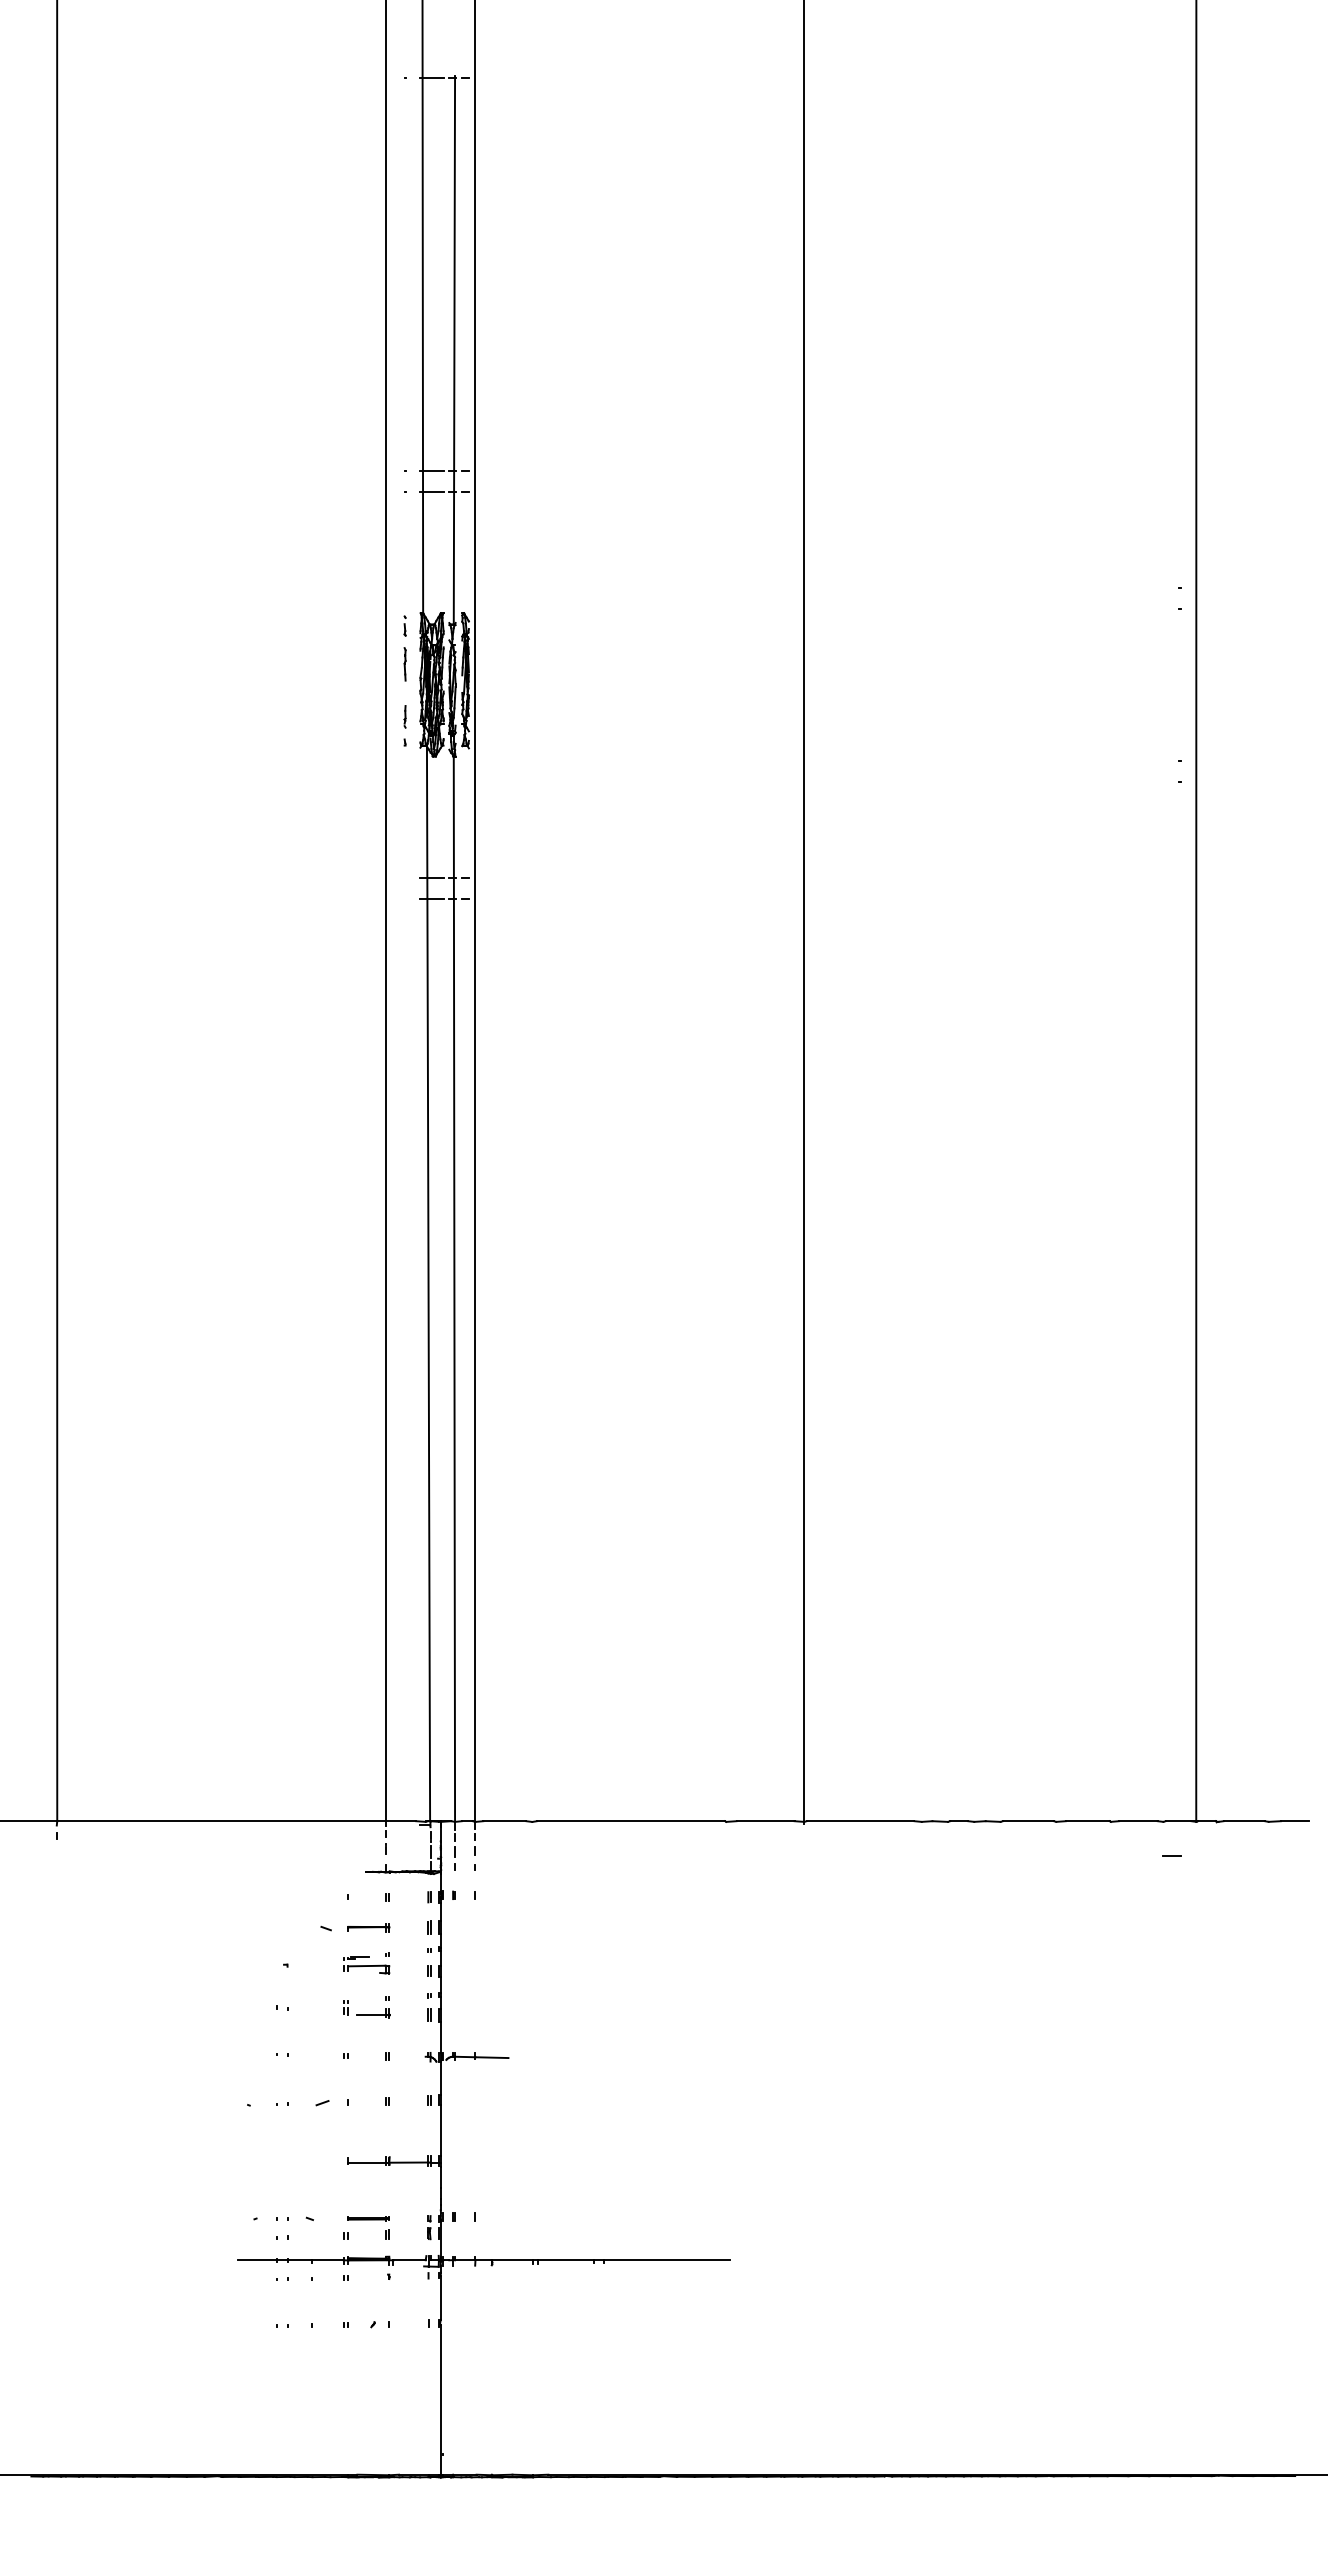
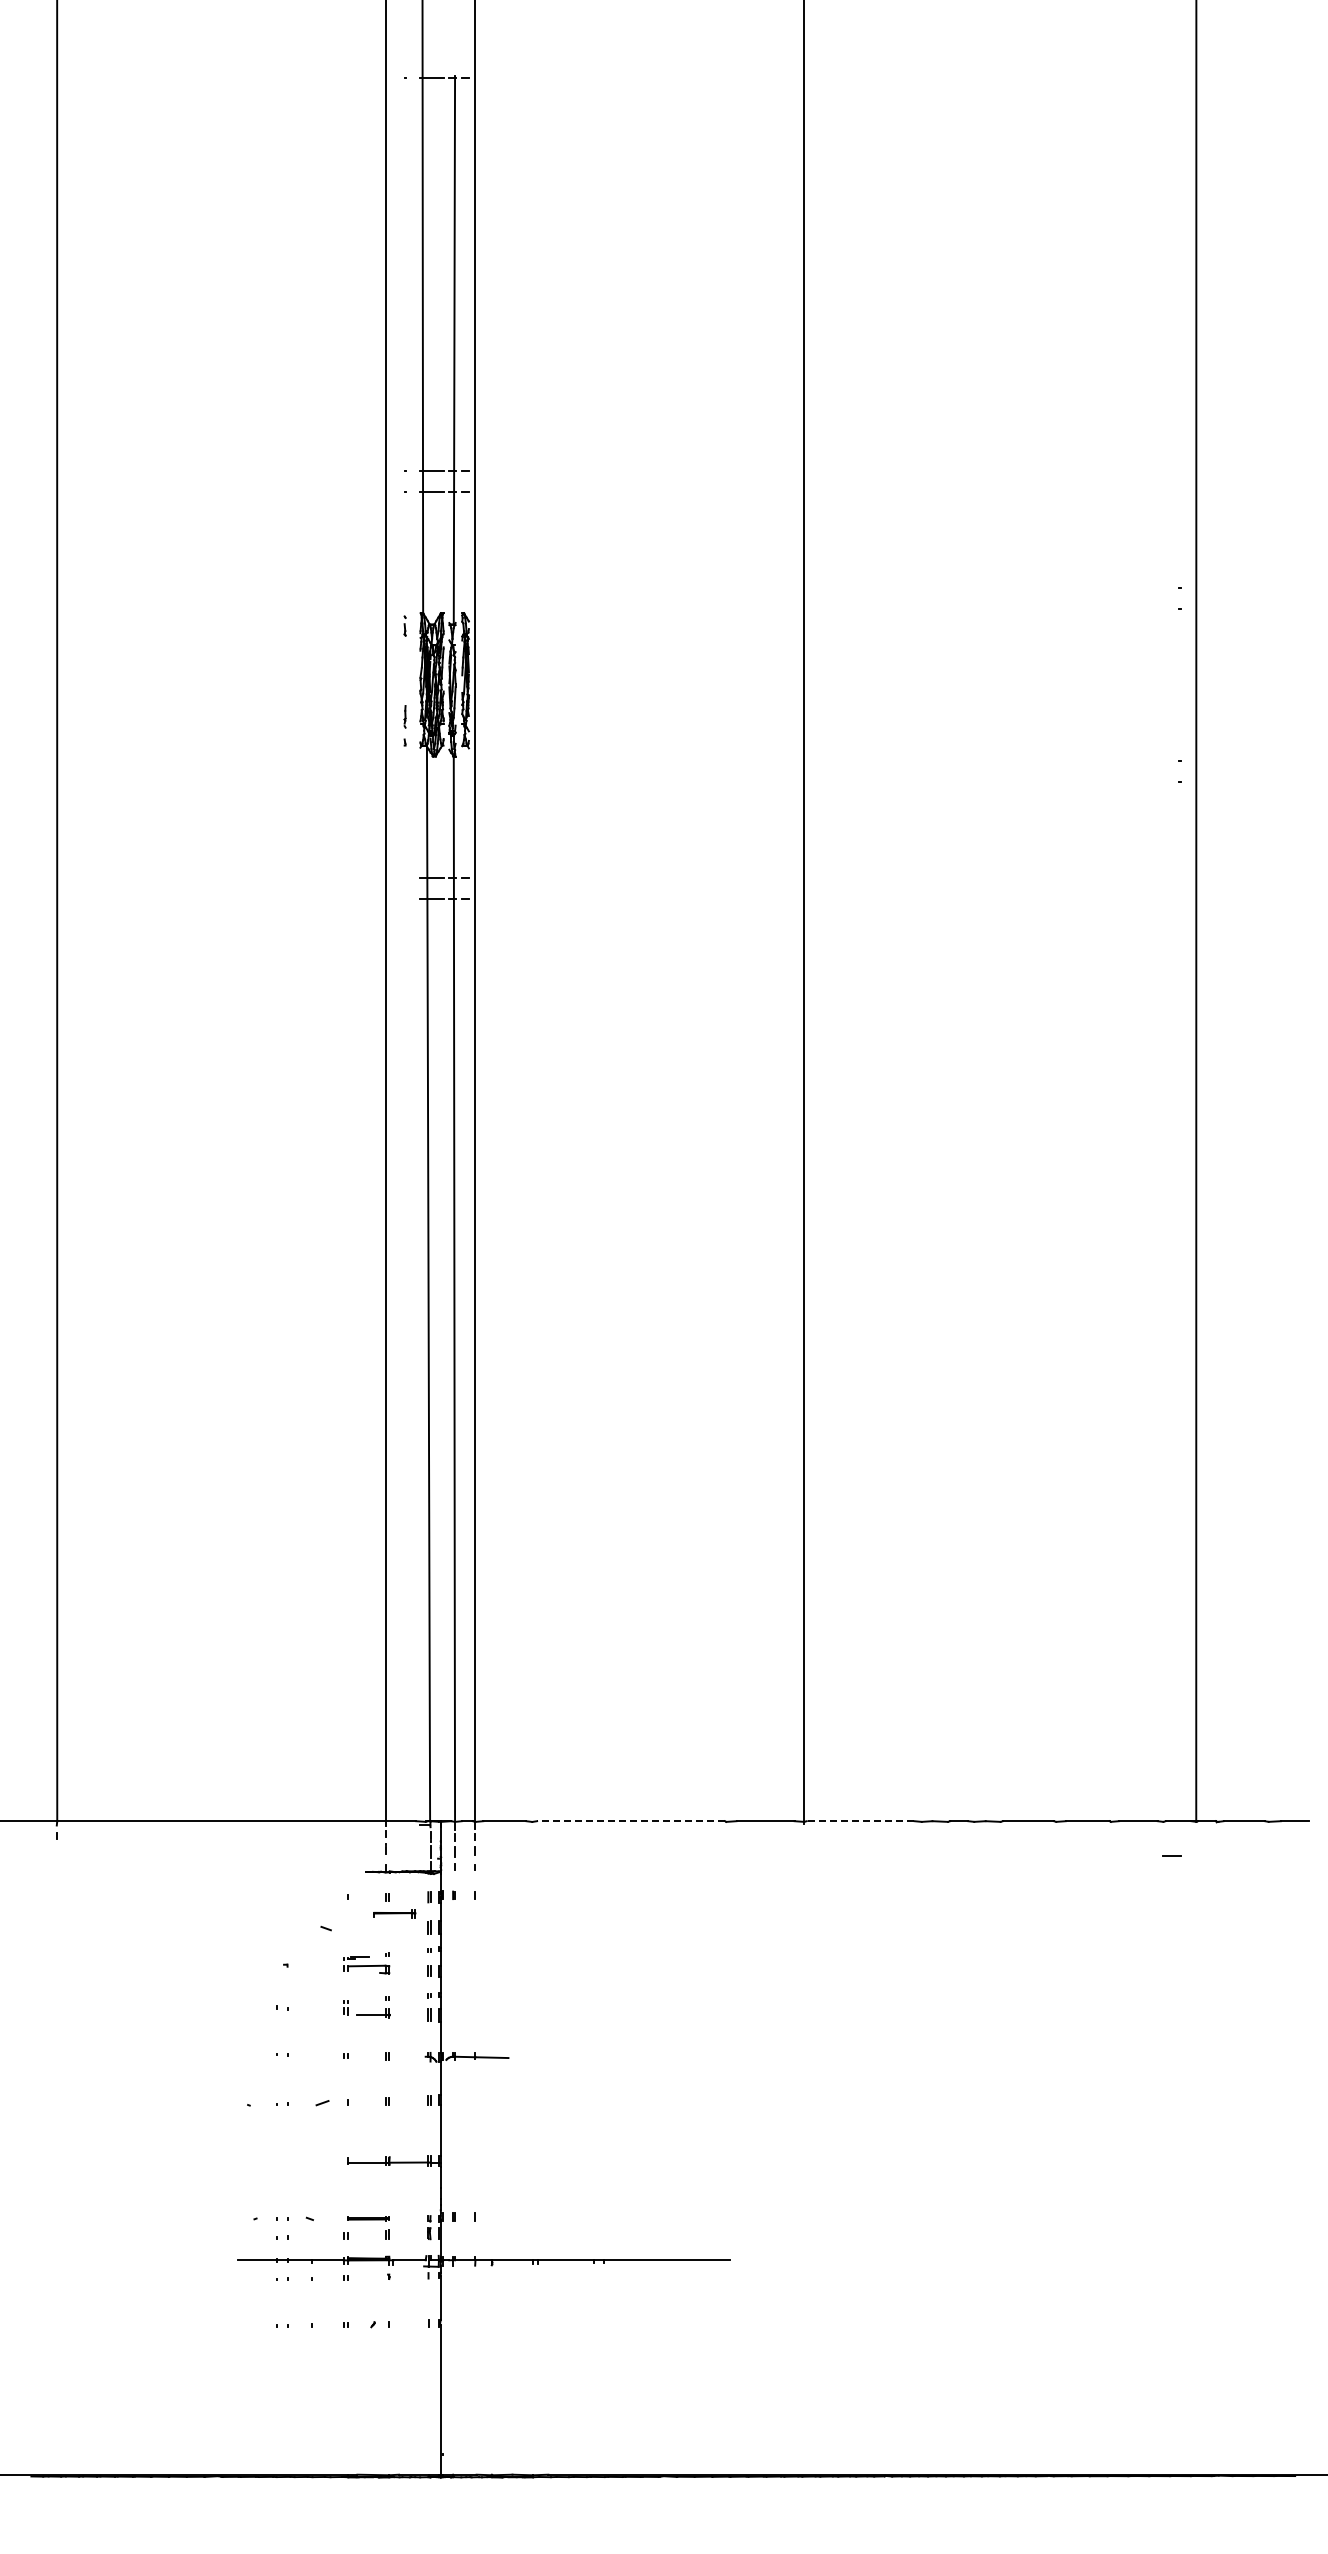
line at (404, 664): present -> none
line at (630, 1821): solid -> dashed
line at (860, 1821): solid -> dashed
part at (368, 1927) position: (368, 1927) -> (394, 1913)
